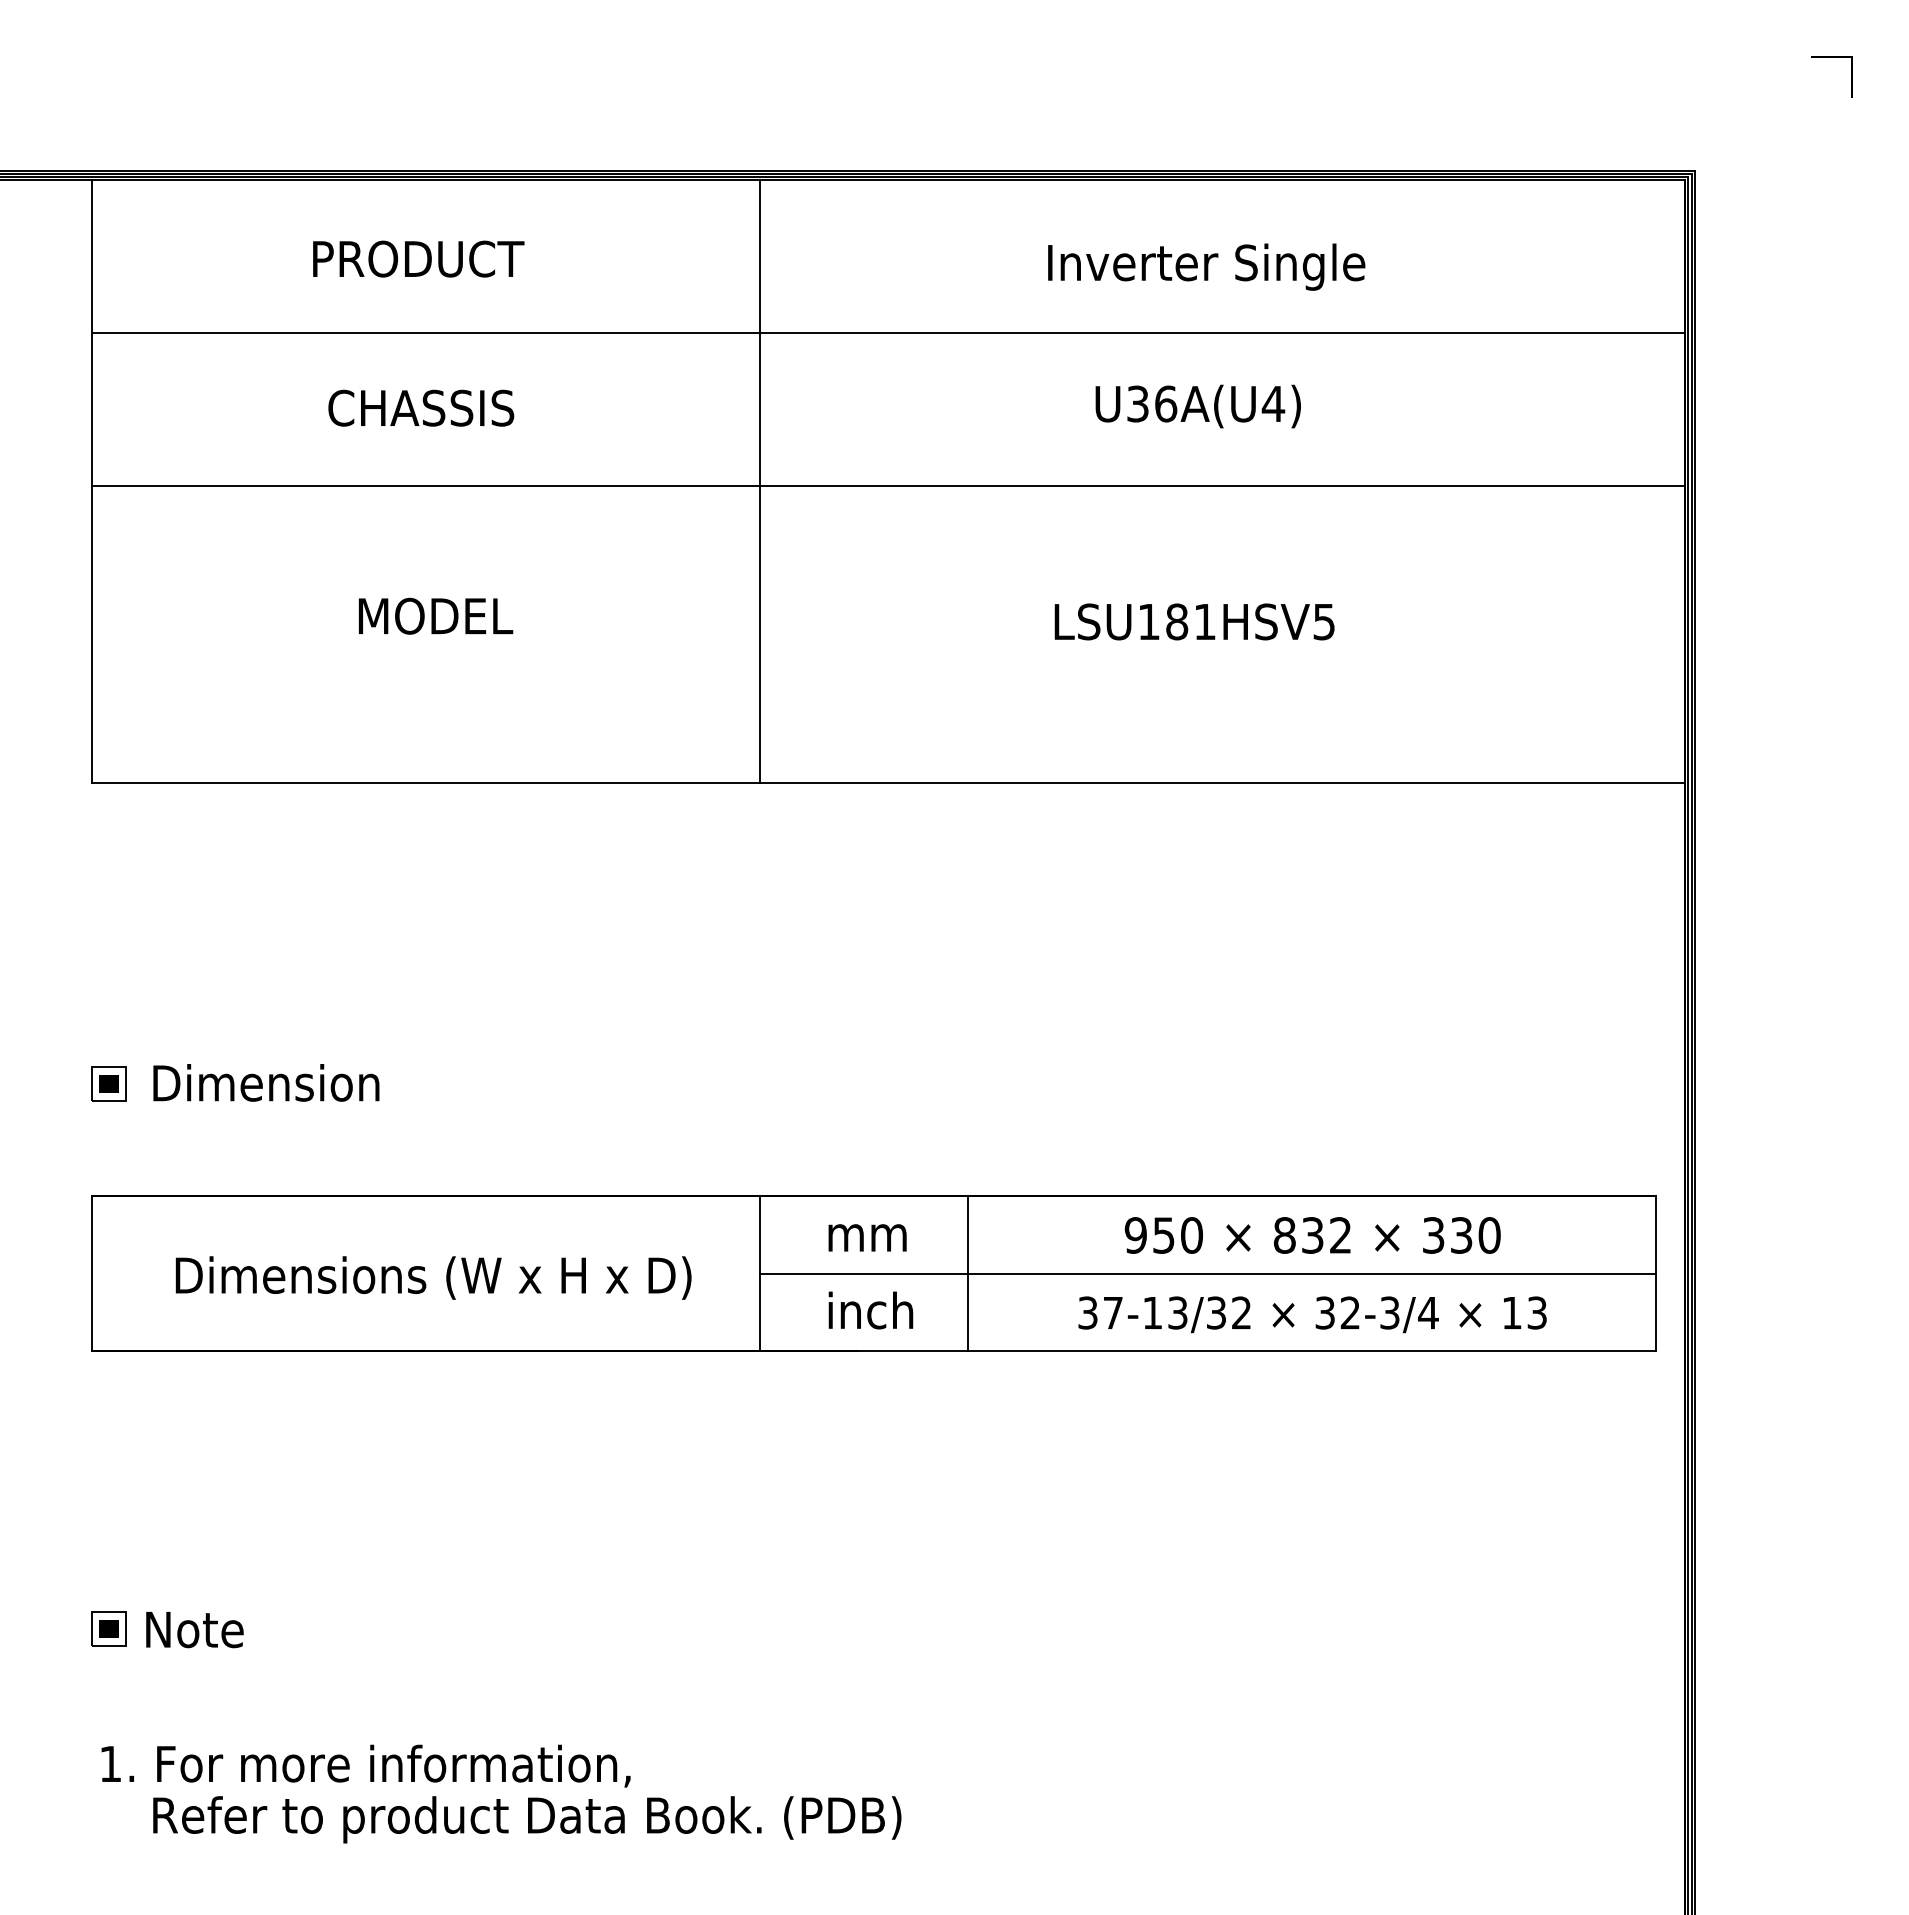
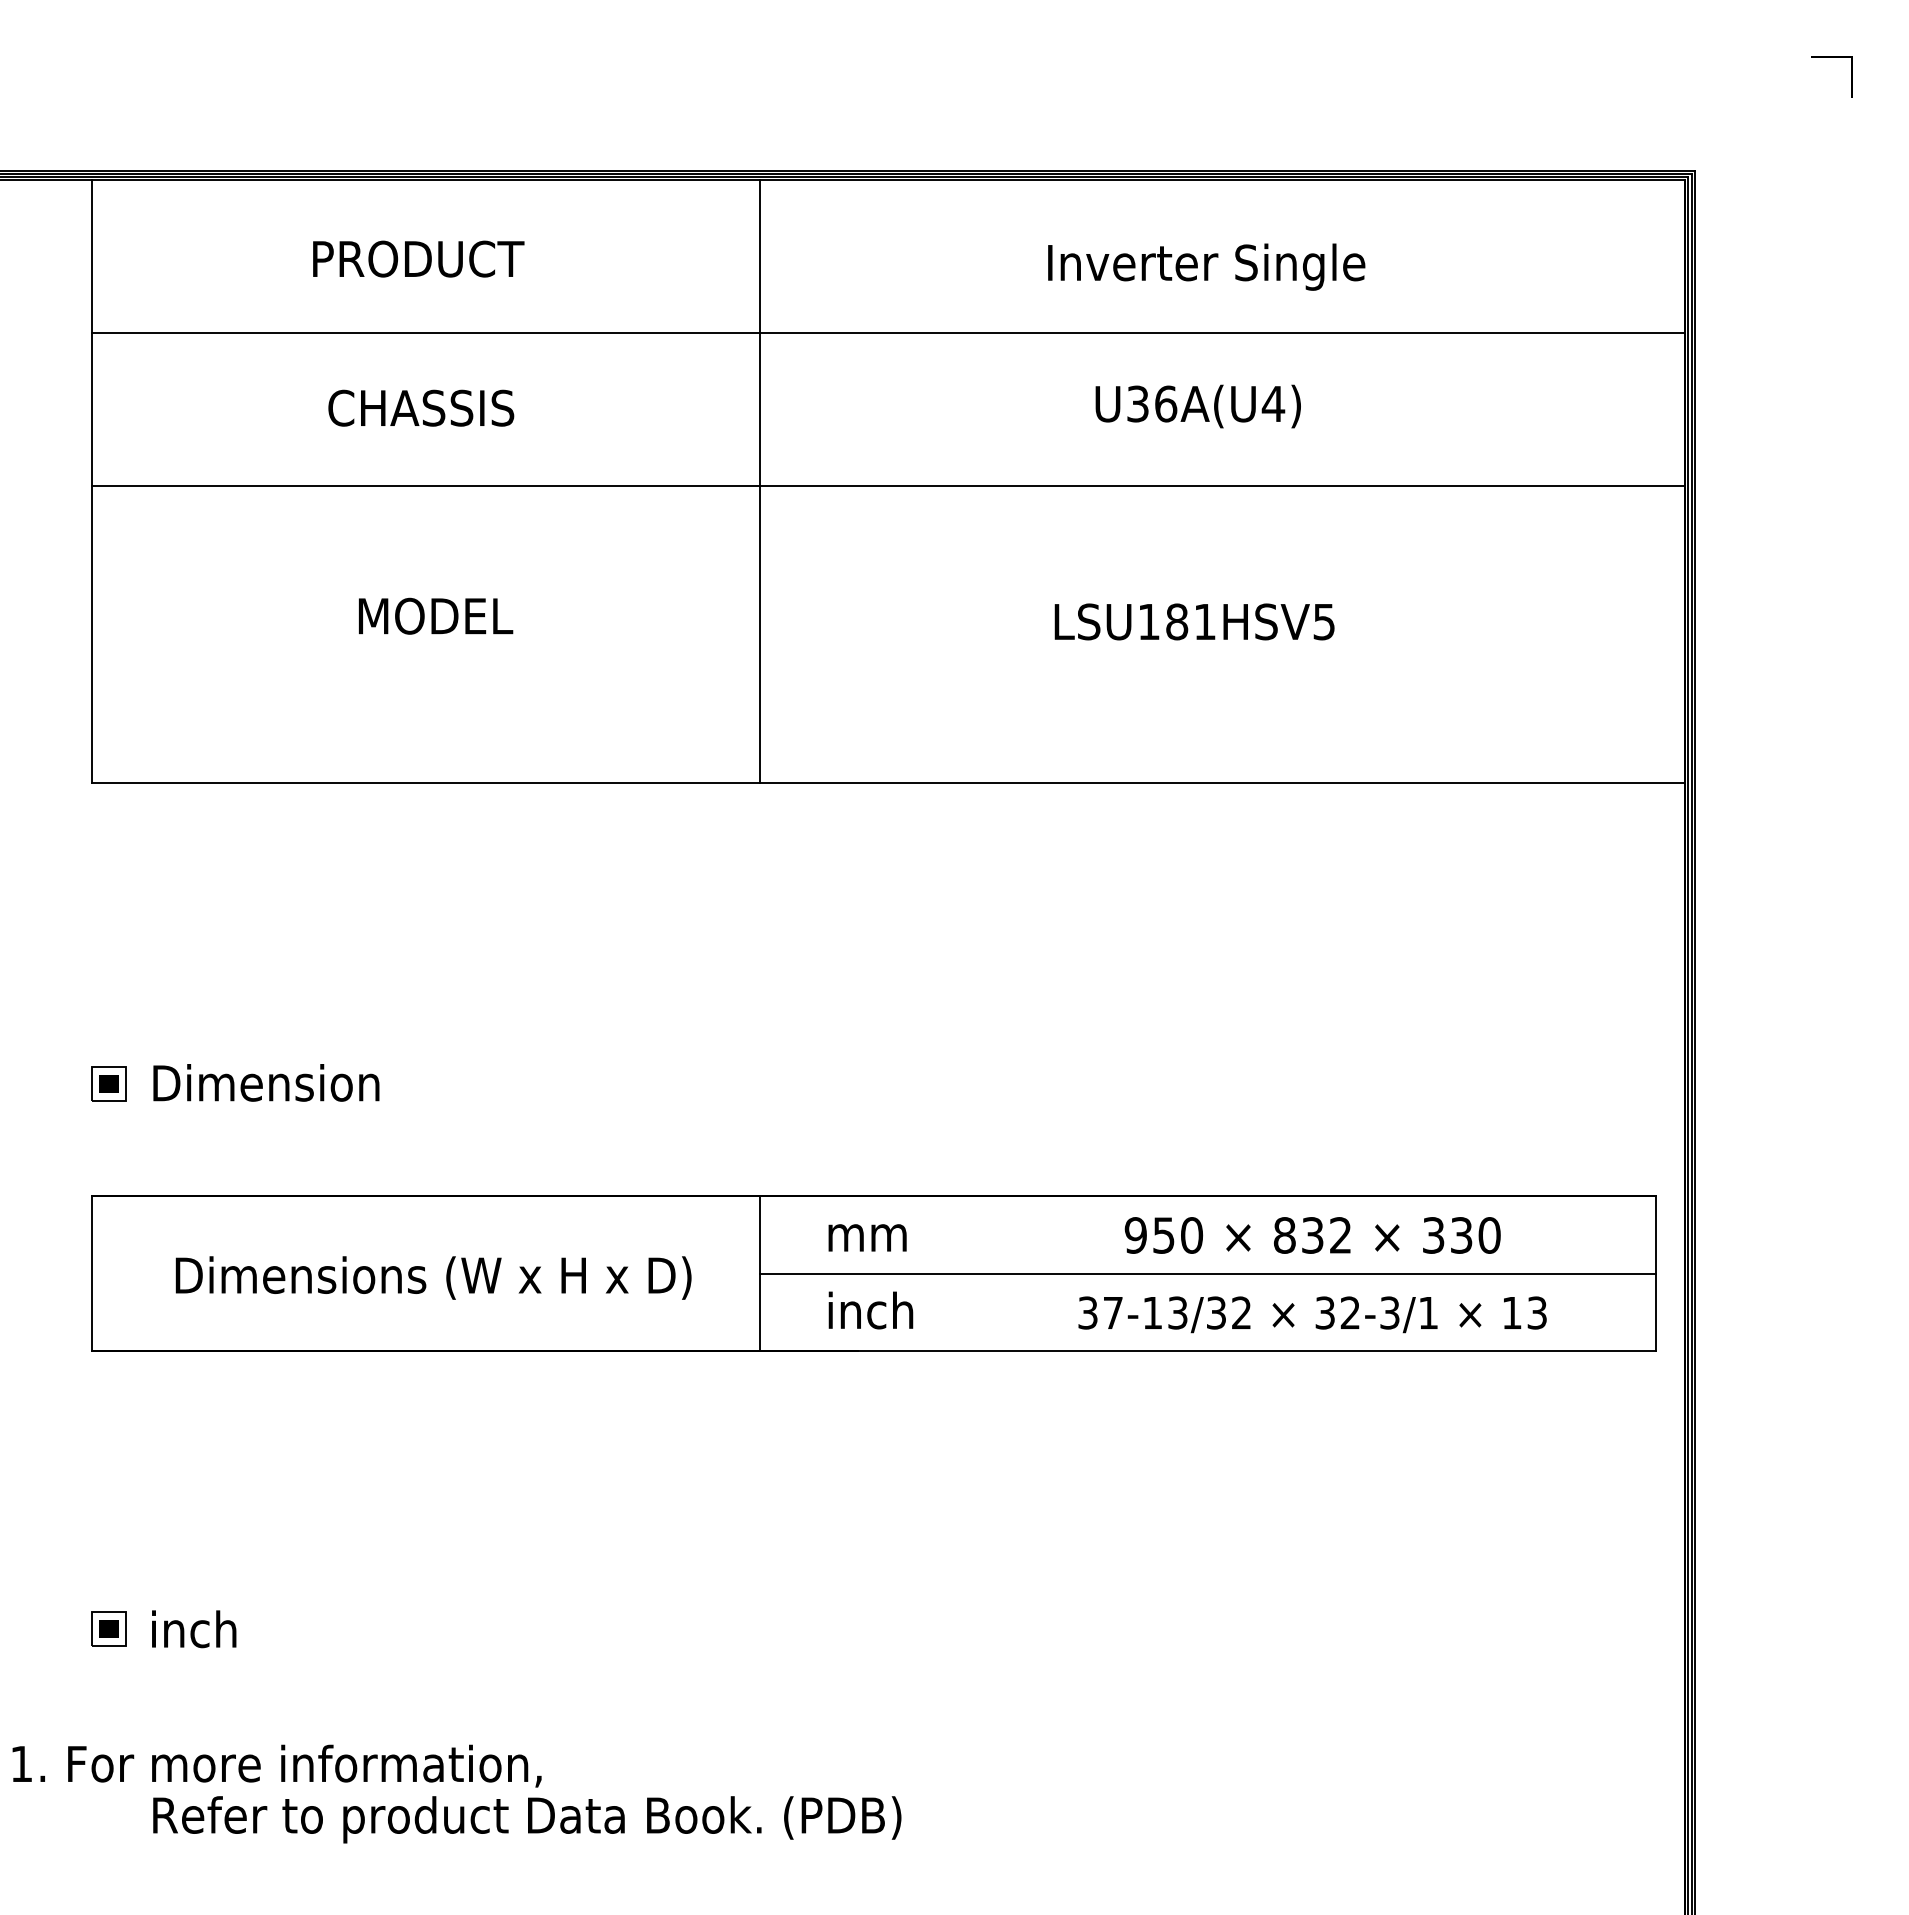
line at (968, 1273): present -> none
text at (1428, 1312): 32-3/4 -> 32-3/1
text at (194, 1629): Note -> inch
text at (365, 1765) position: (365, 1765) -> (276, 1765)
